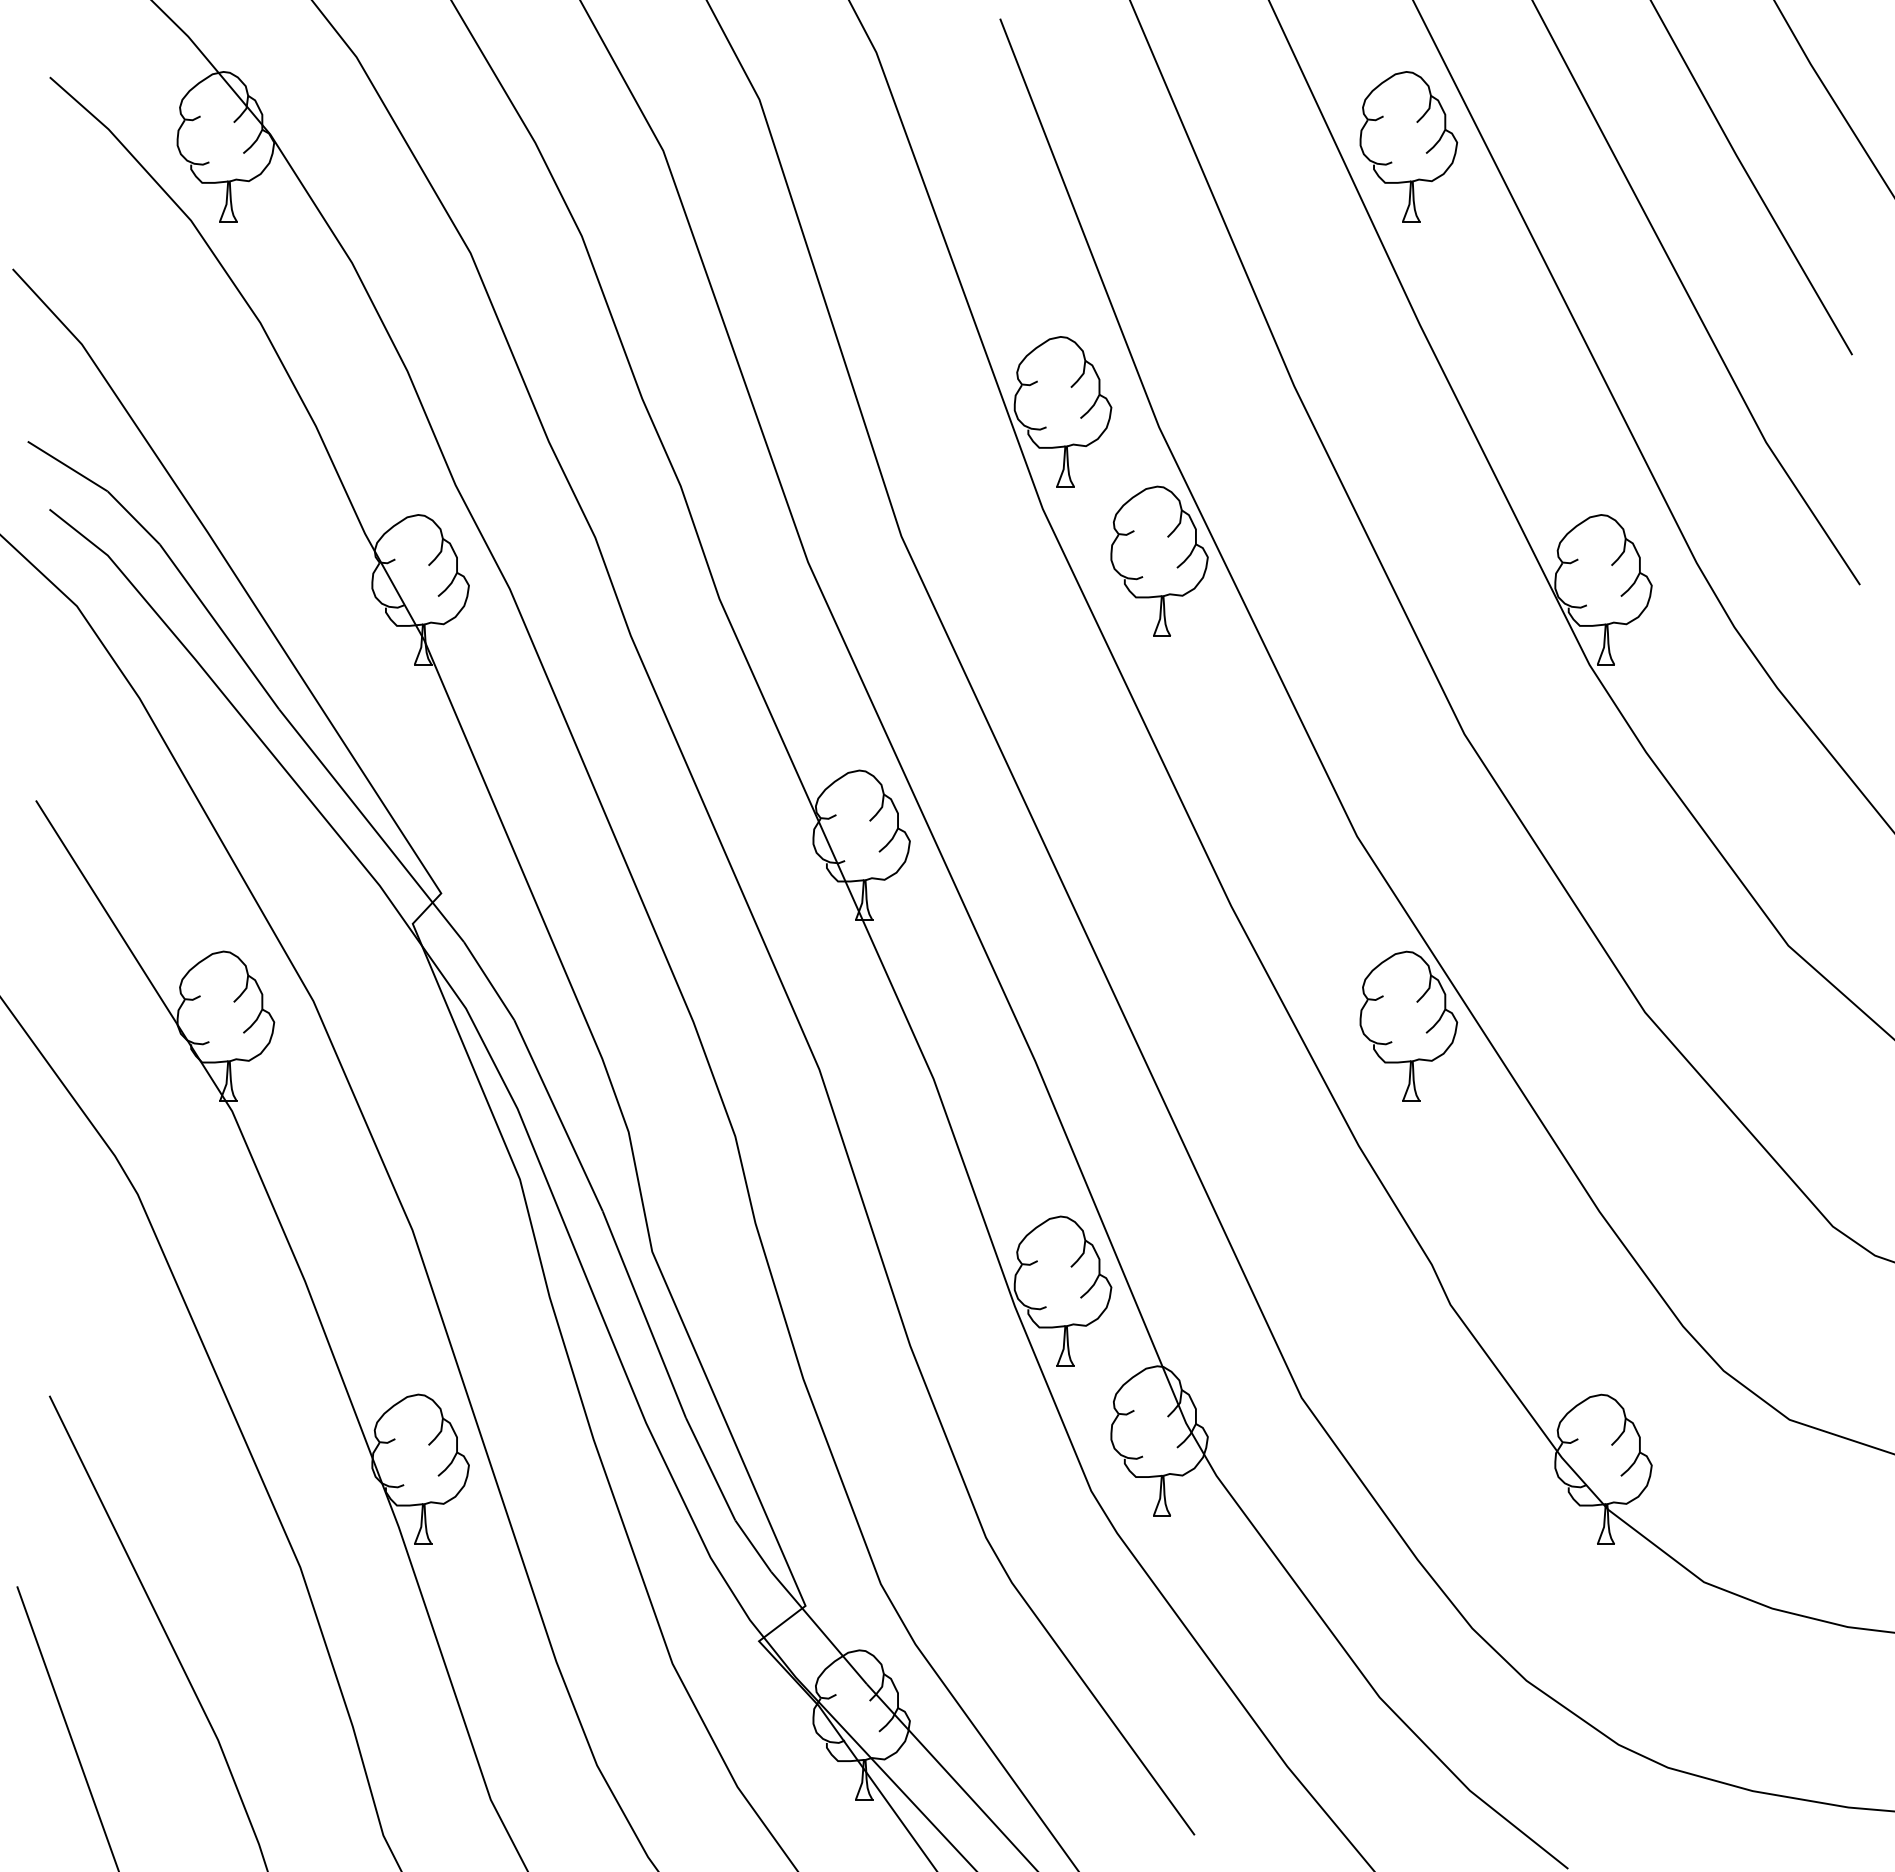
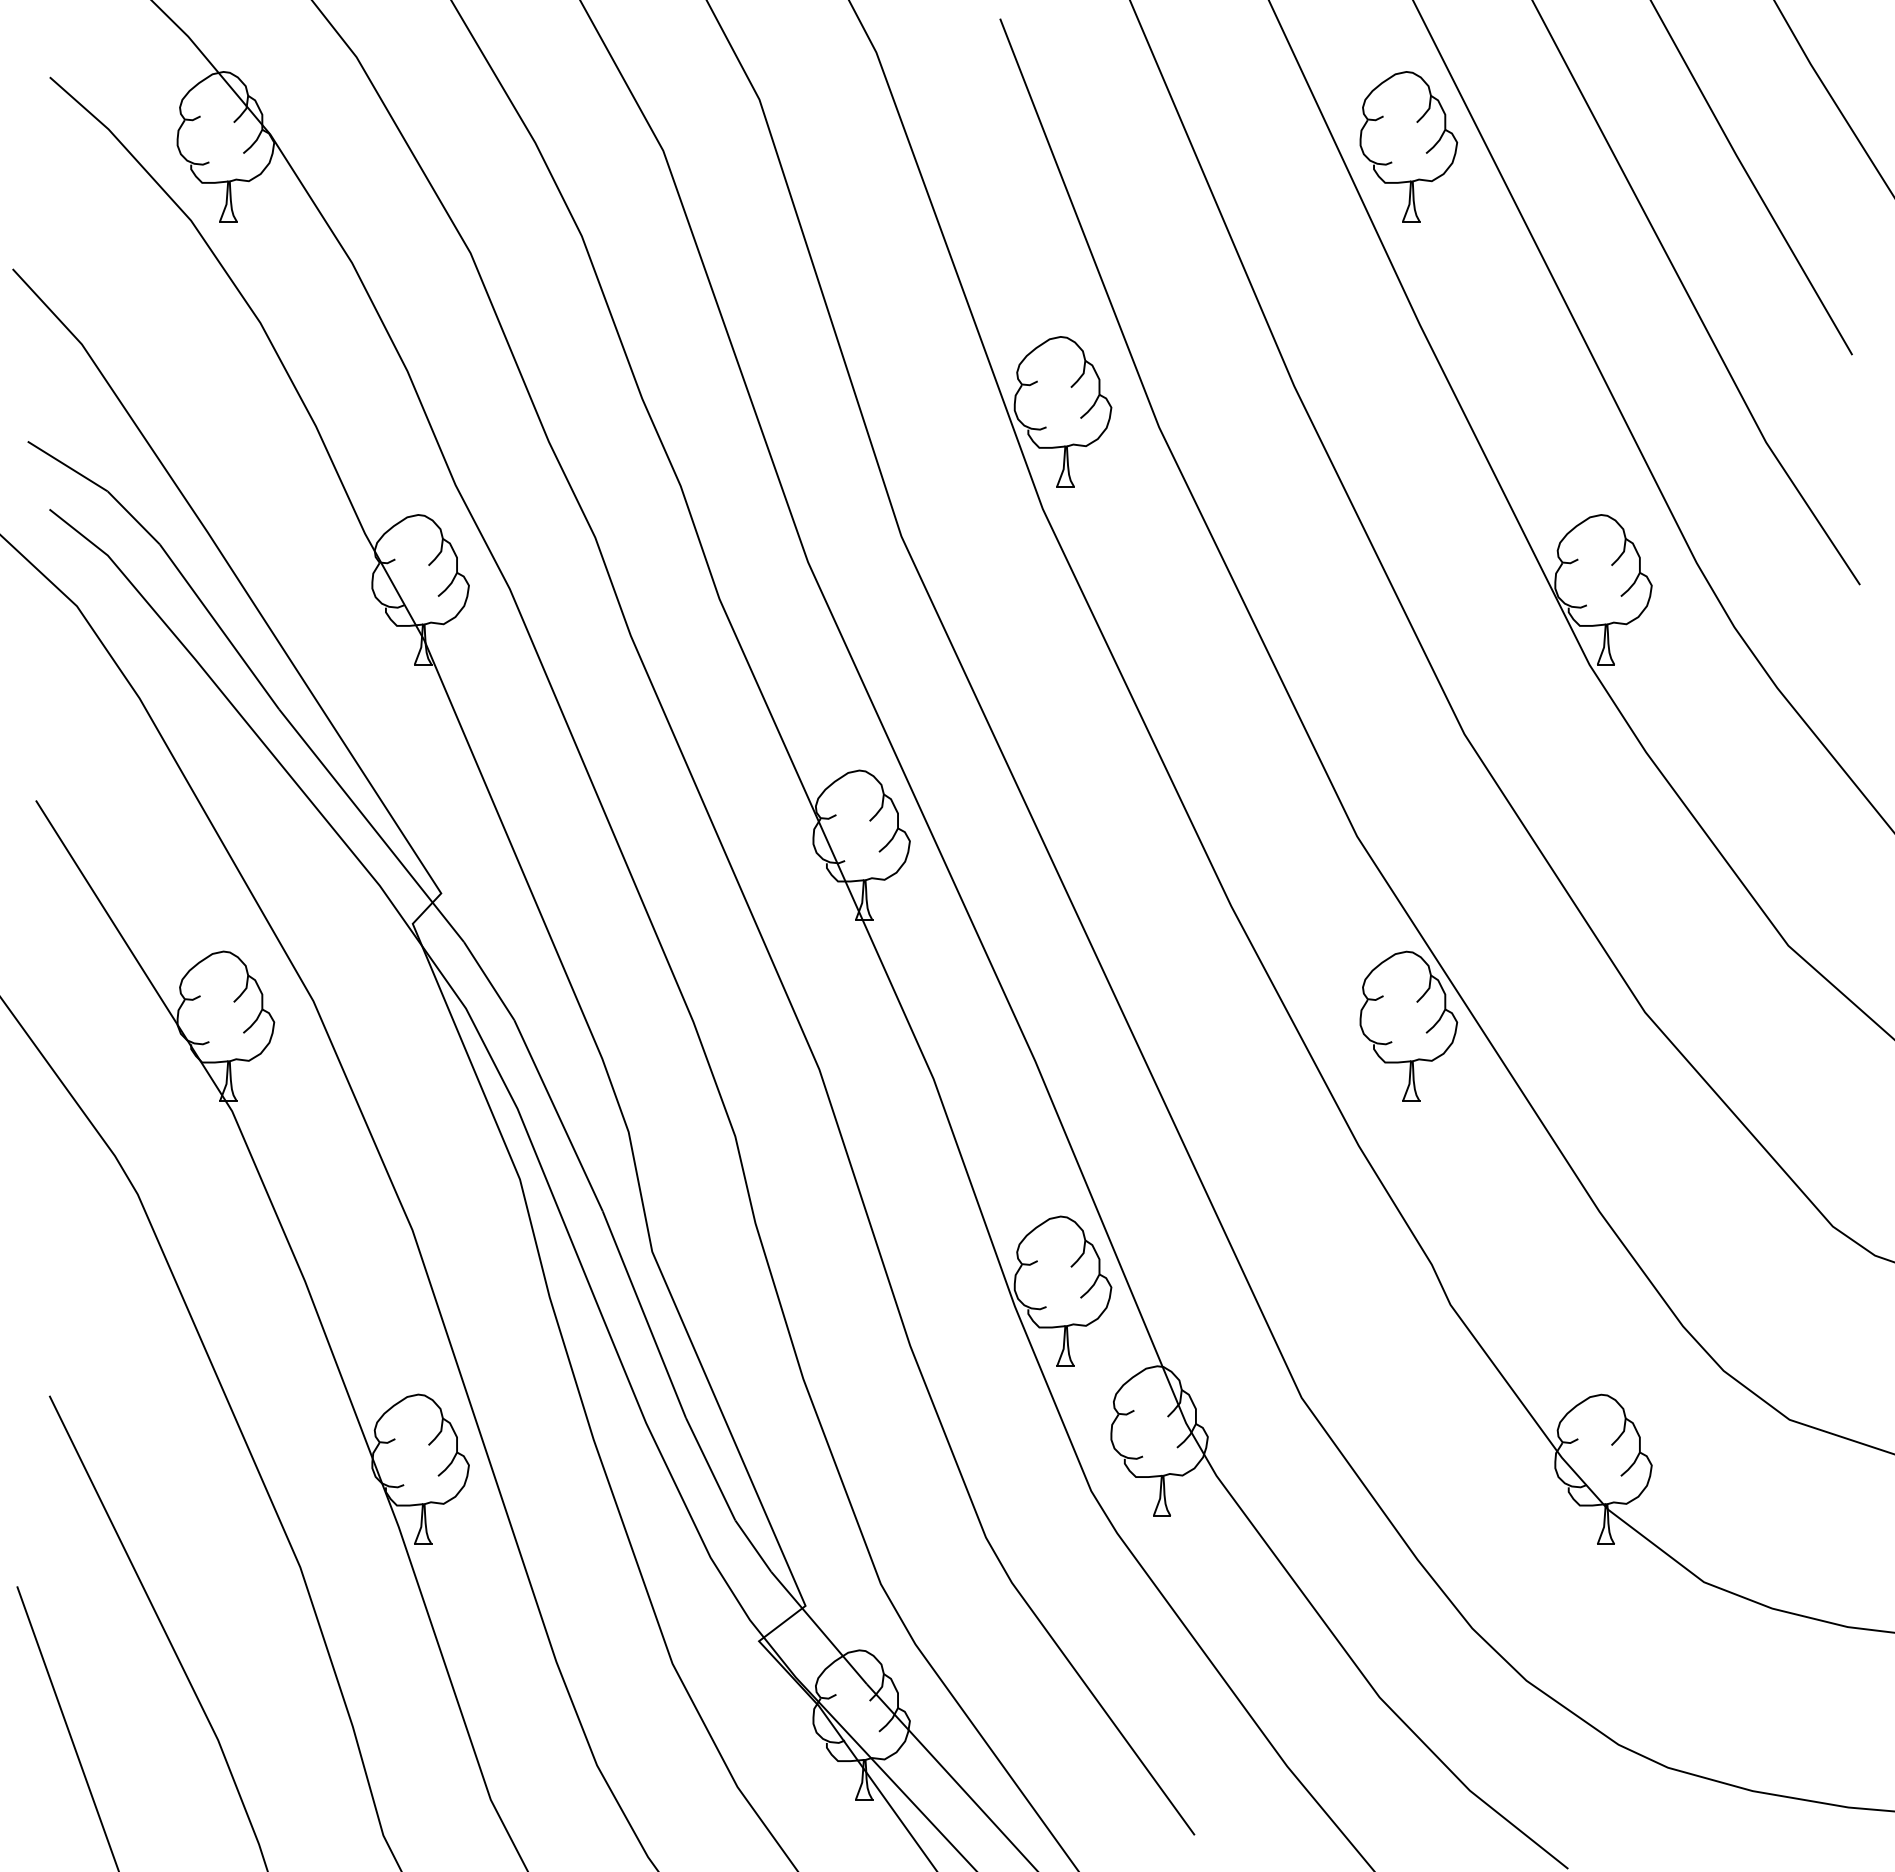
part at (1159, 560): present -> none
